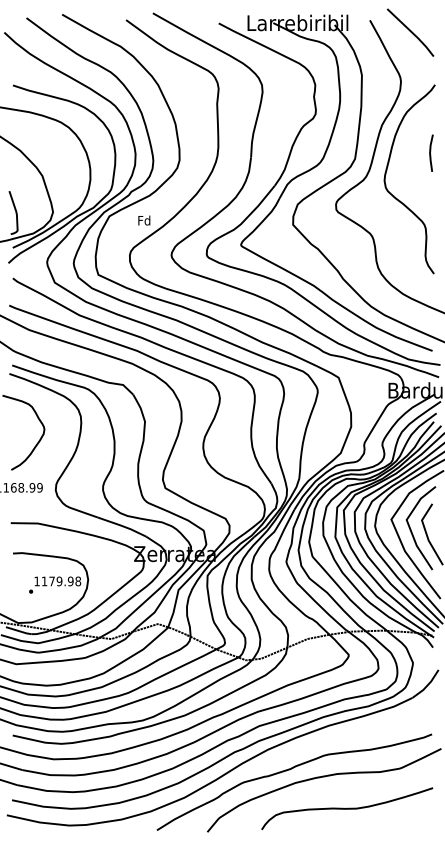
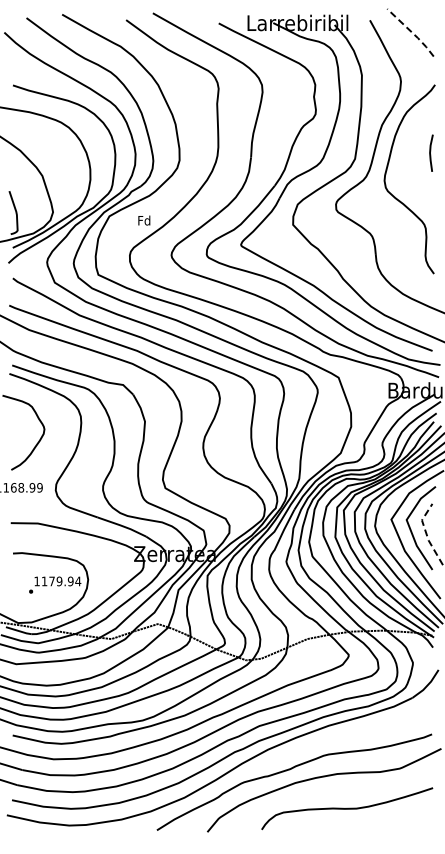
line at (412, 32): solid -> dashed
line at (426, 534): solid -> dashed
text at (78, 581): 1179.98 -> 1179.94
